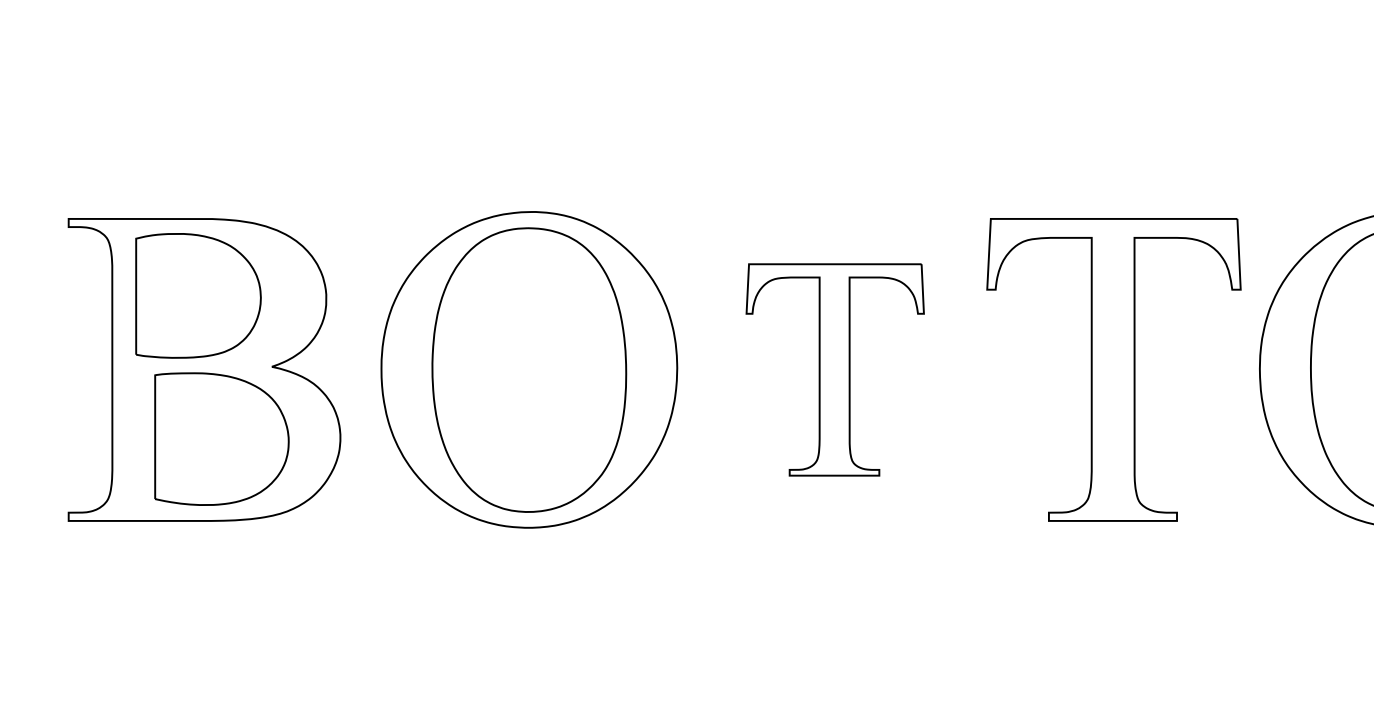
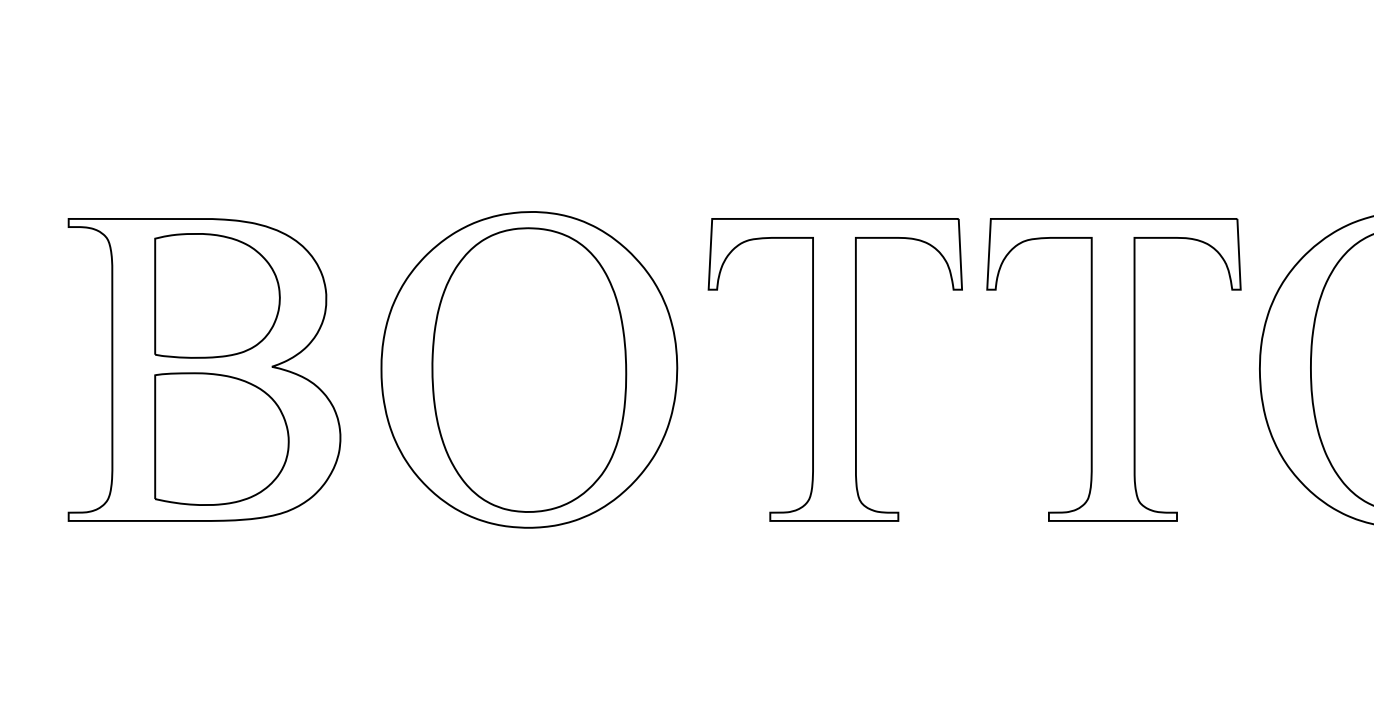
part at (198, 295) position: (198, 295) -> (217, 295)
part at (834, 369) size: 180x214 px -> 256x304 px
